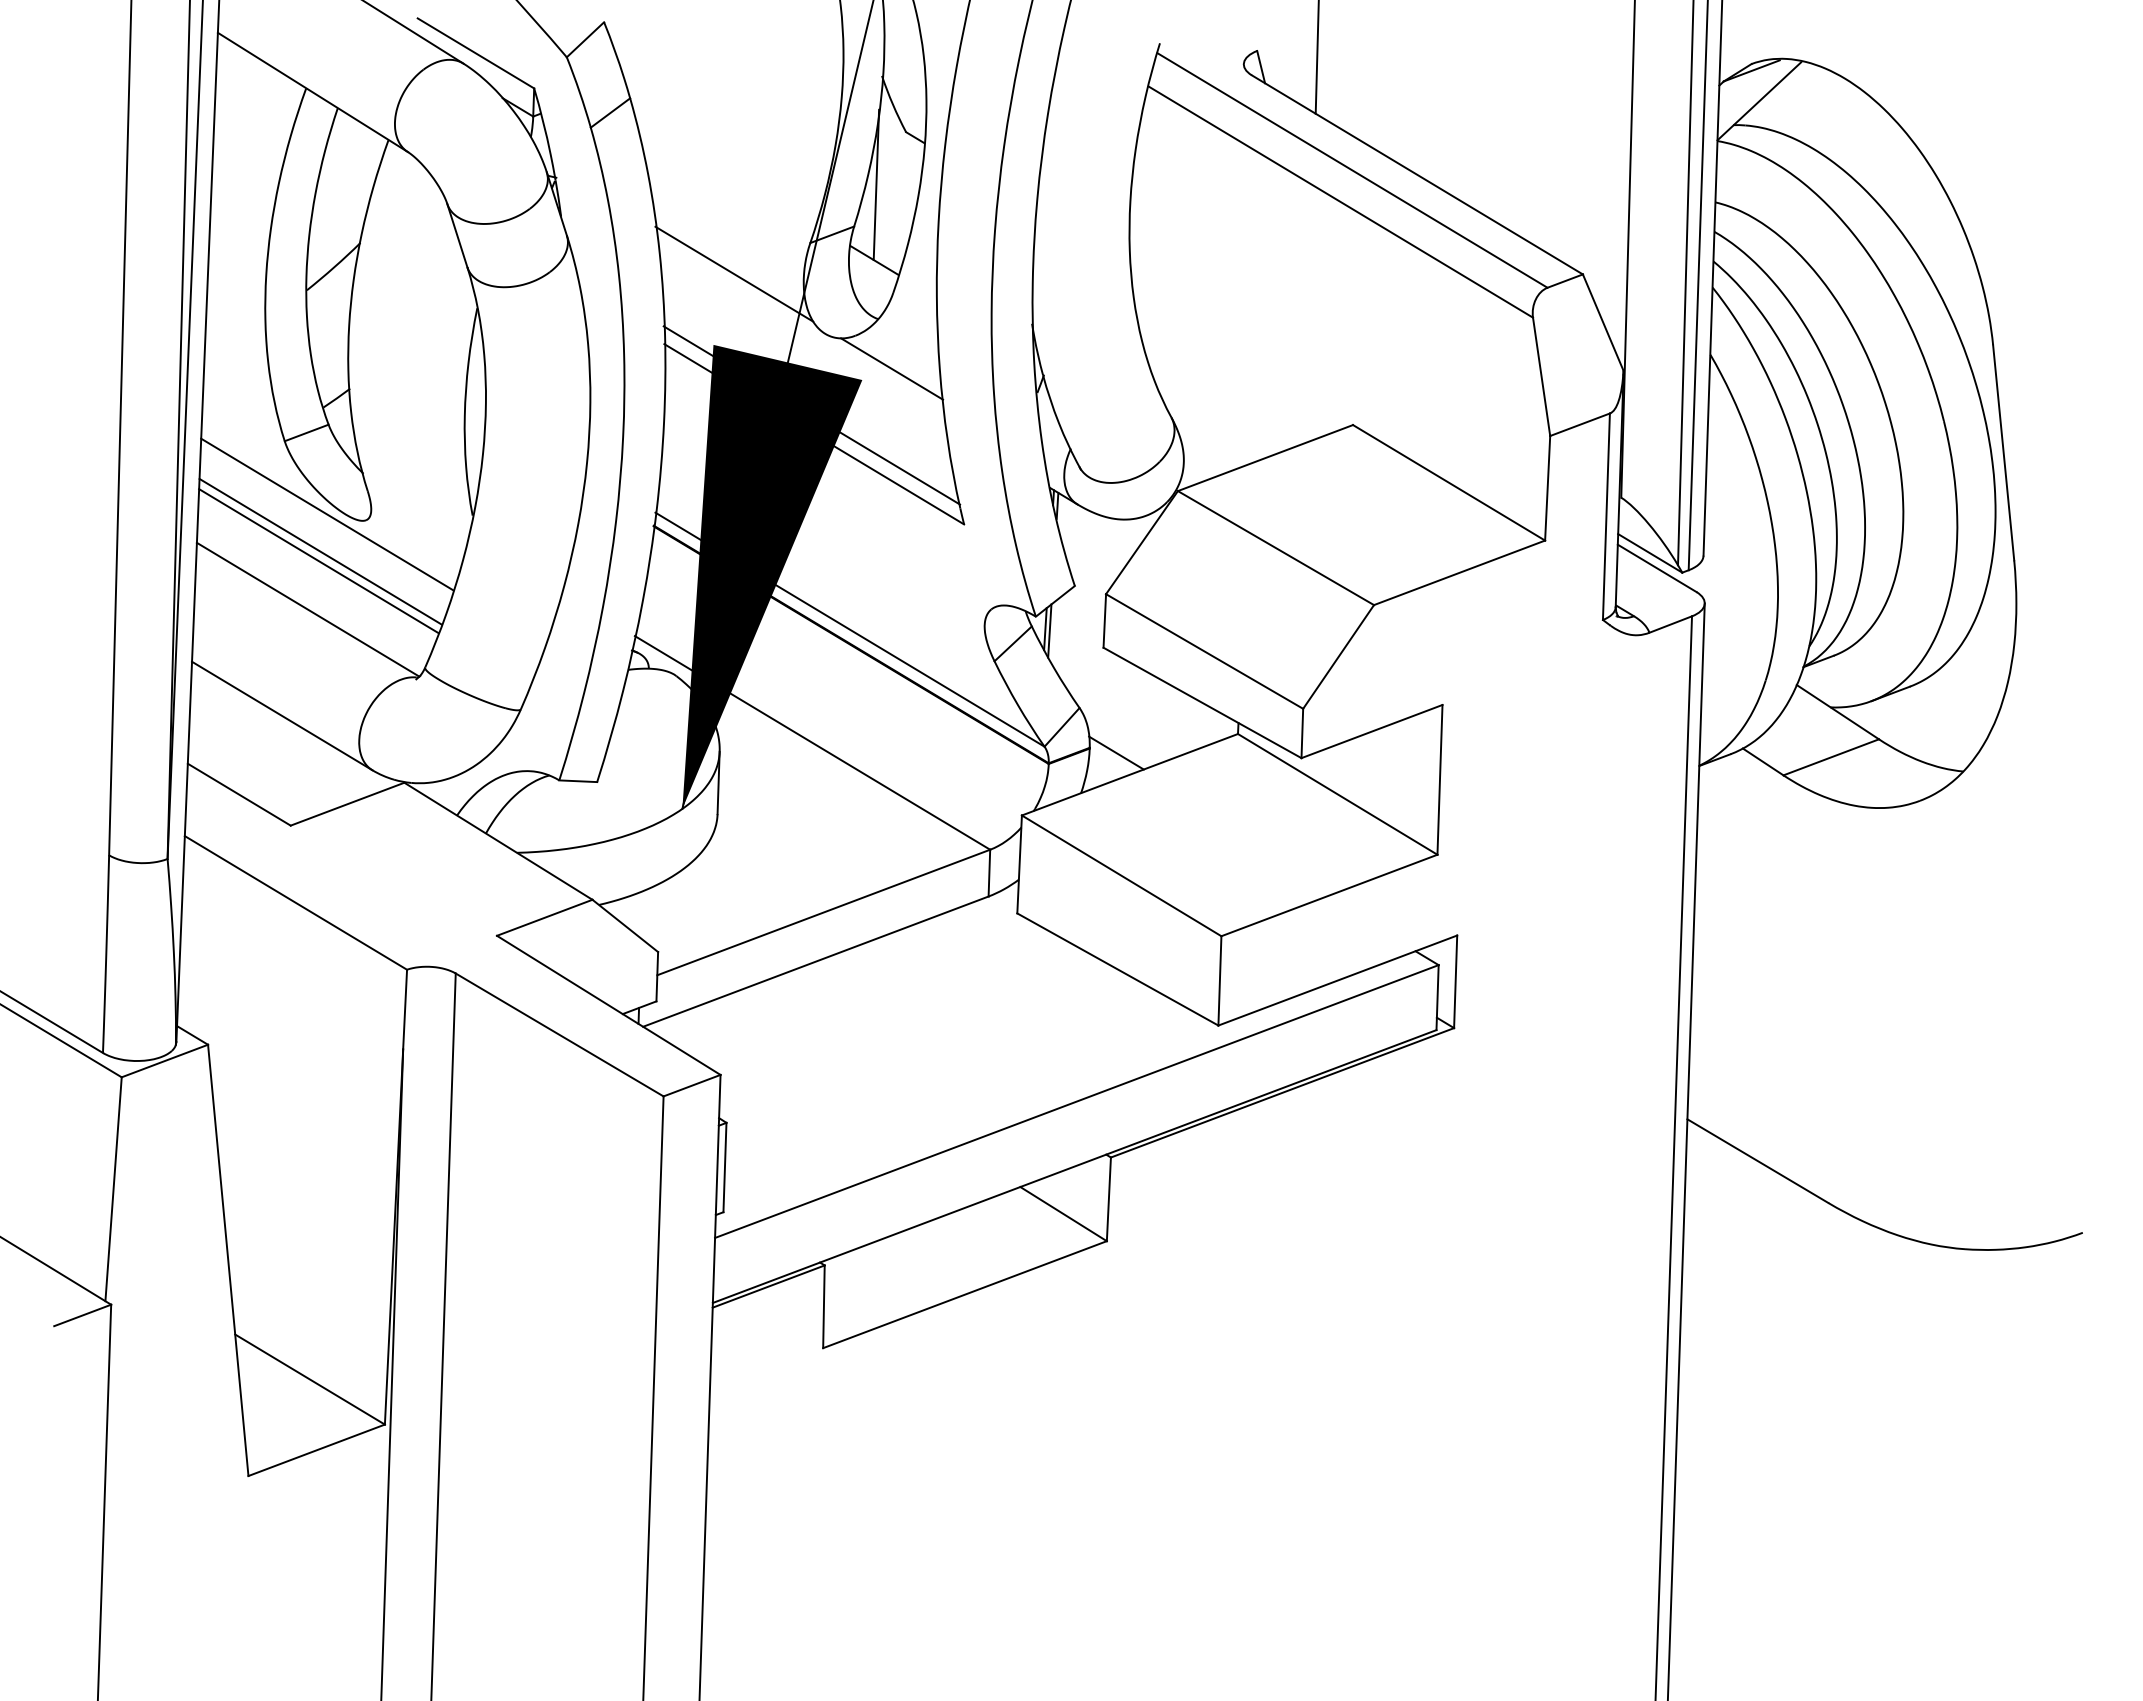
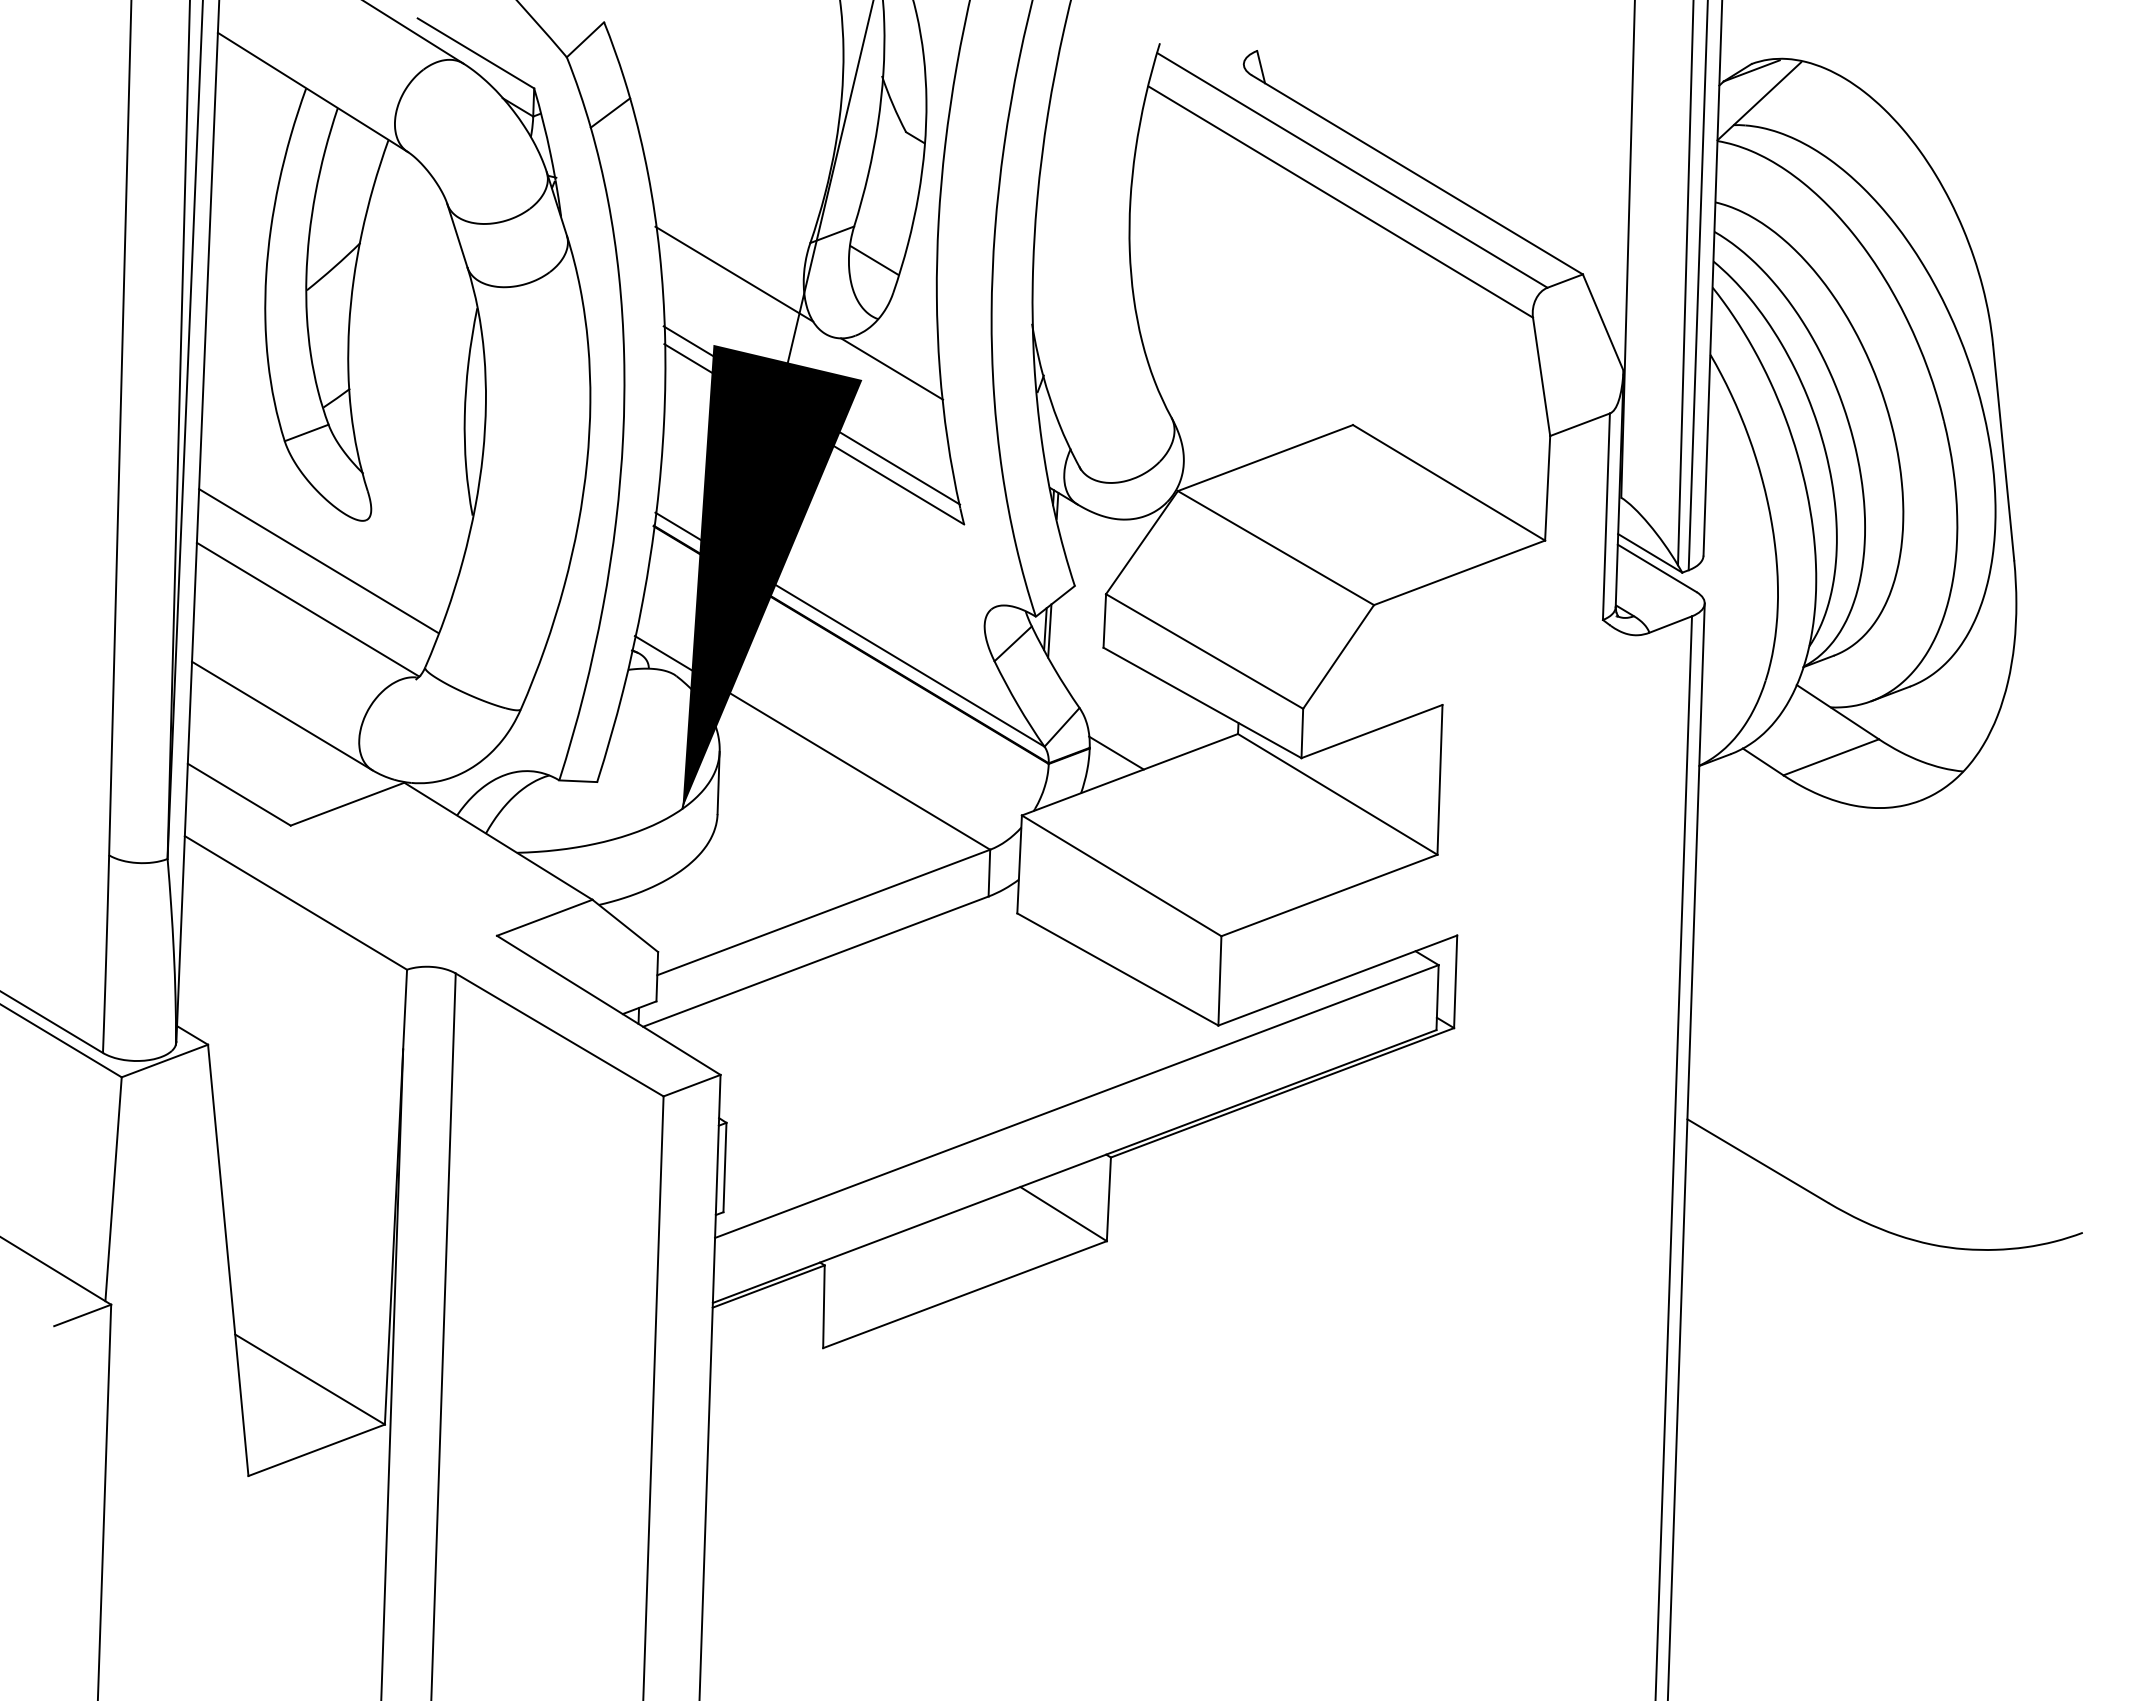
line at (1316, 57): present -> none
line at (876, 184): present -> none
line at (327, 514): present -> none
line at (320, 551): present -> none
